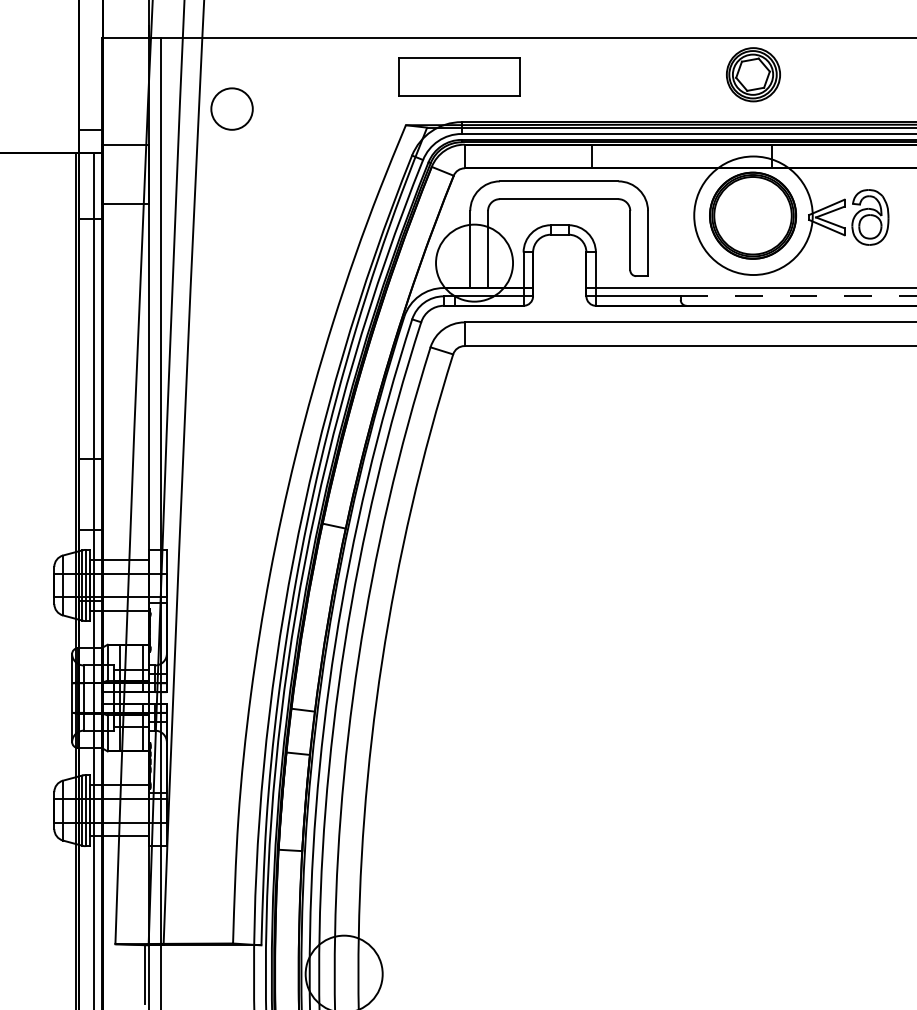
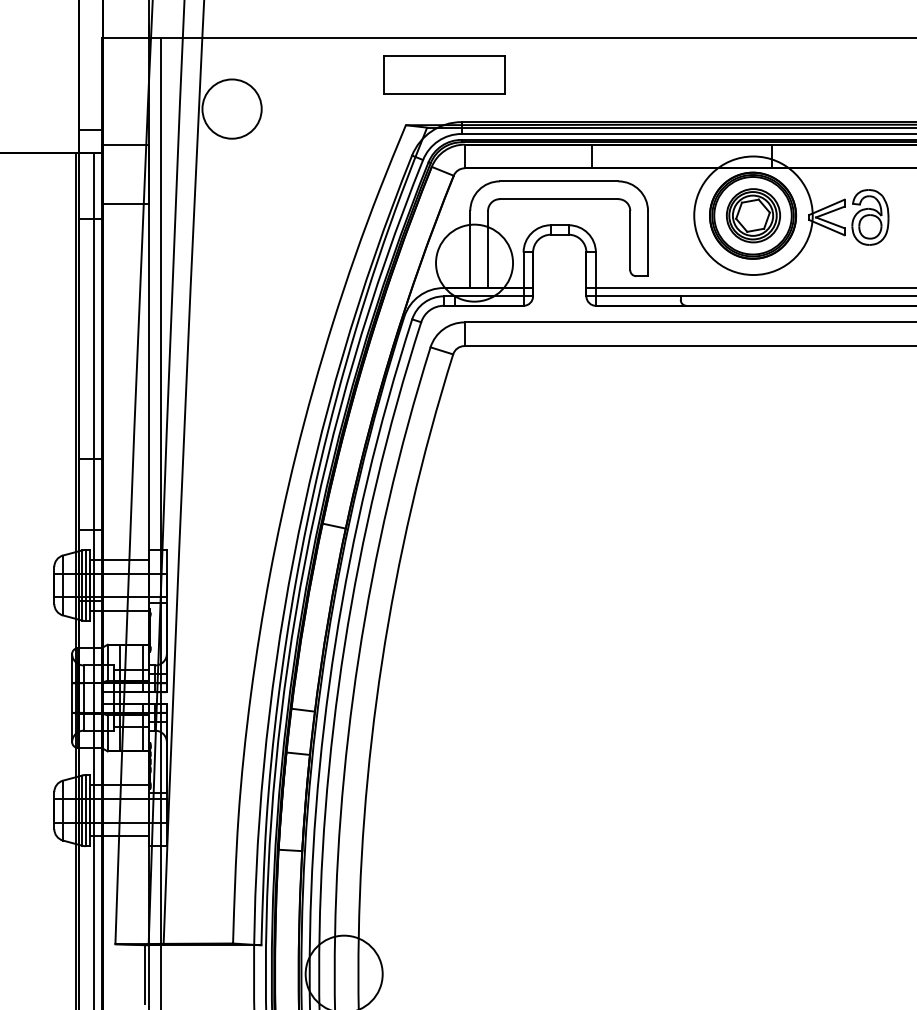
part at (753, 74) position: (753, 74) -> (753, 215)
part at (459, 76) position: (459, 76) -> (444, 74)
circle at (231, 108) diameter: 41 px -> 59 px
line at (798, 296): dashed -> solid
